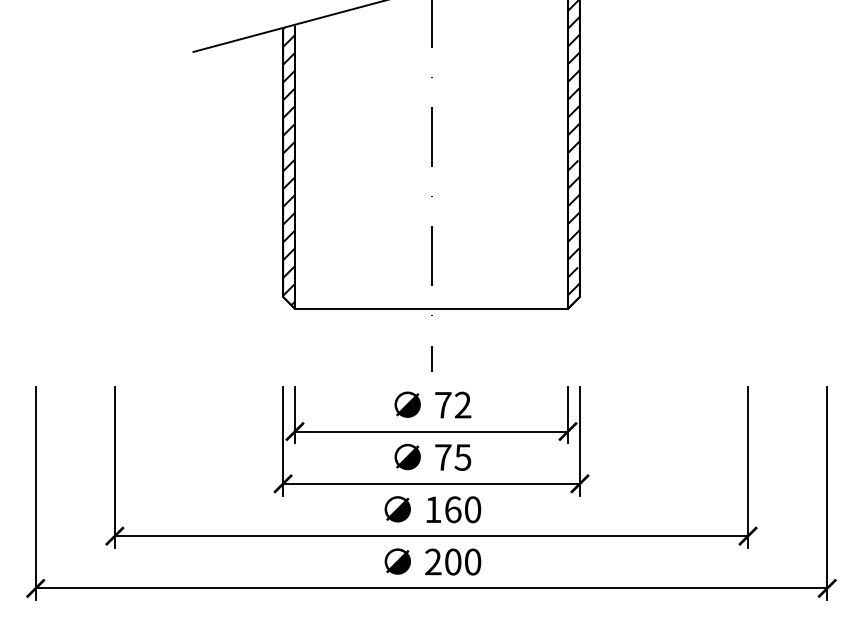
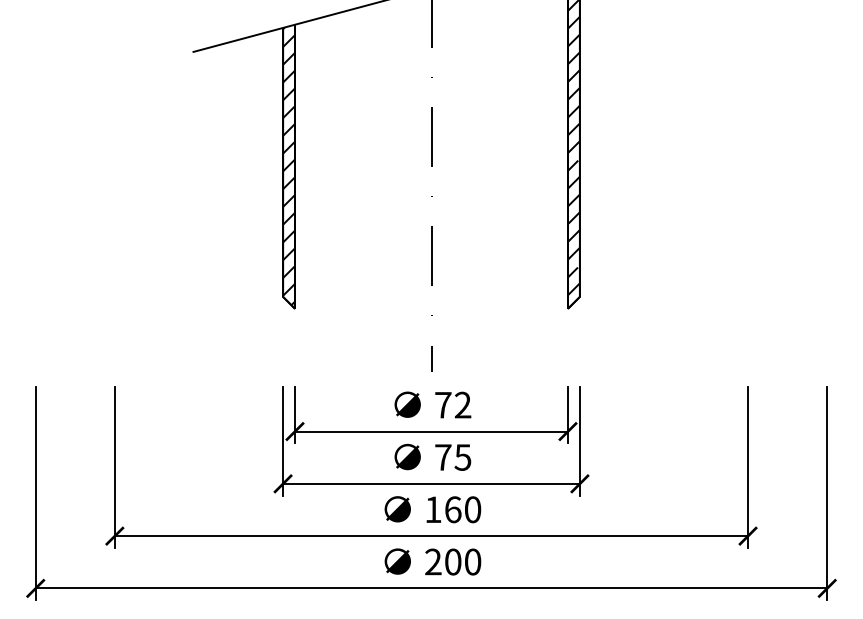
line at (431, 308): present -> none
